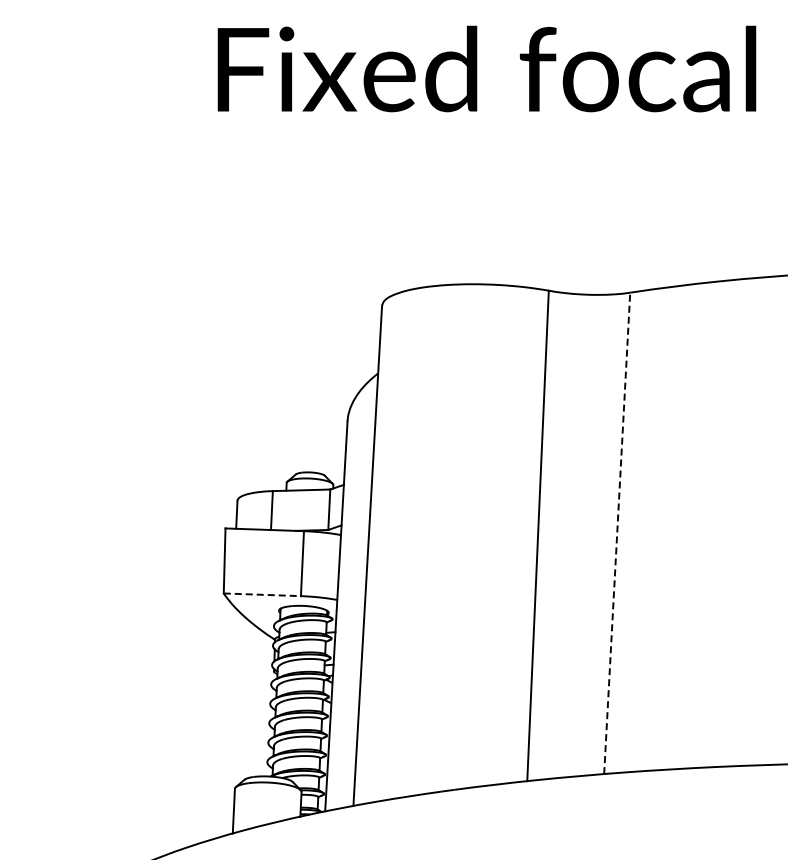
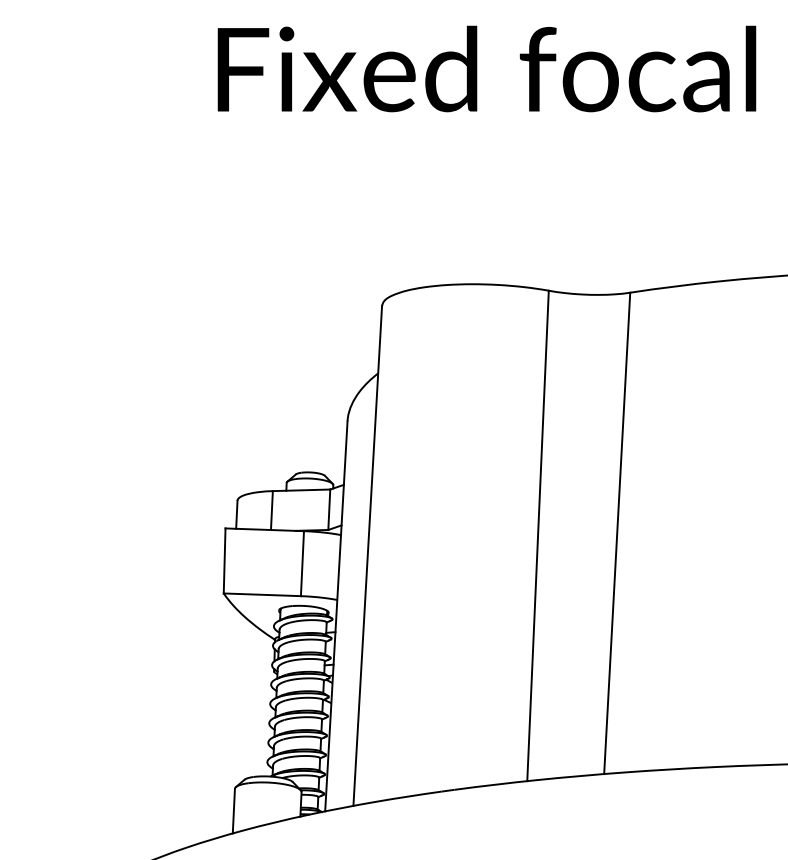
line at (617, 532): dashed -> solid
line at (262, 594): dashed -> solid
